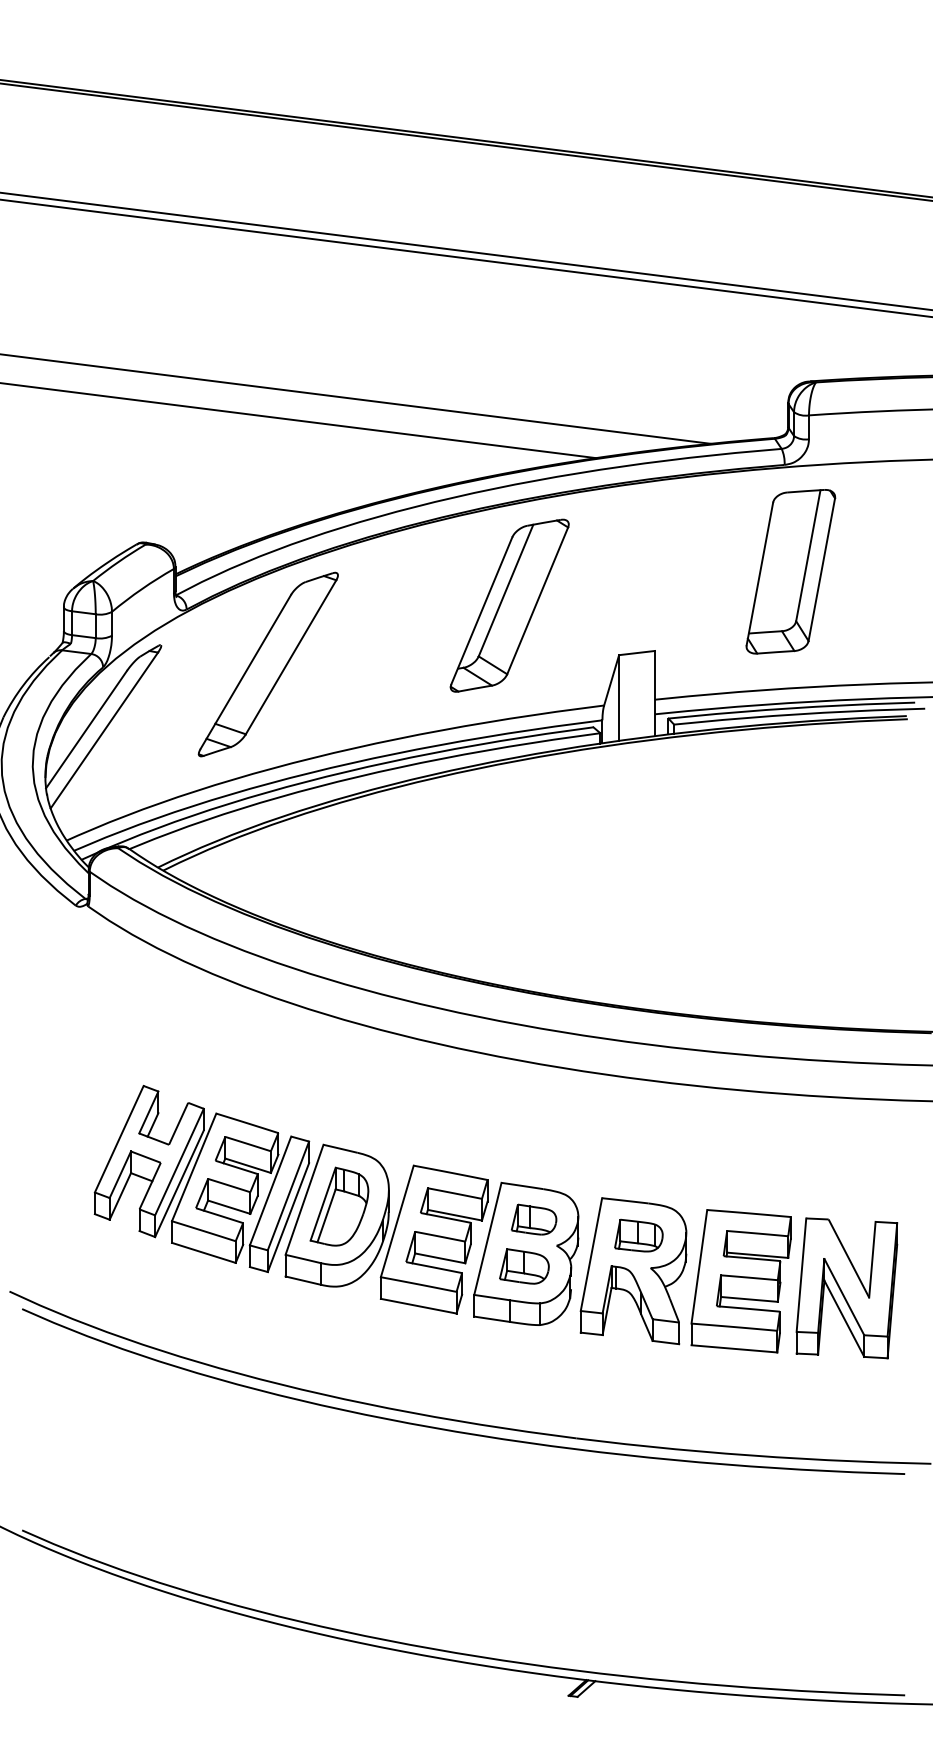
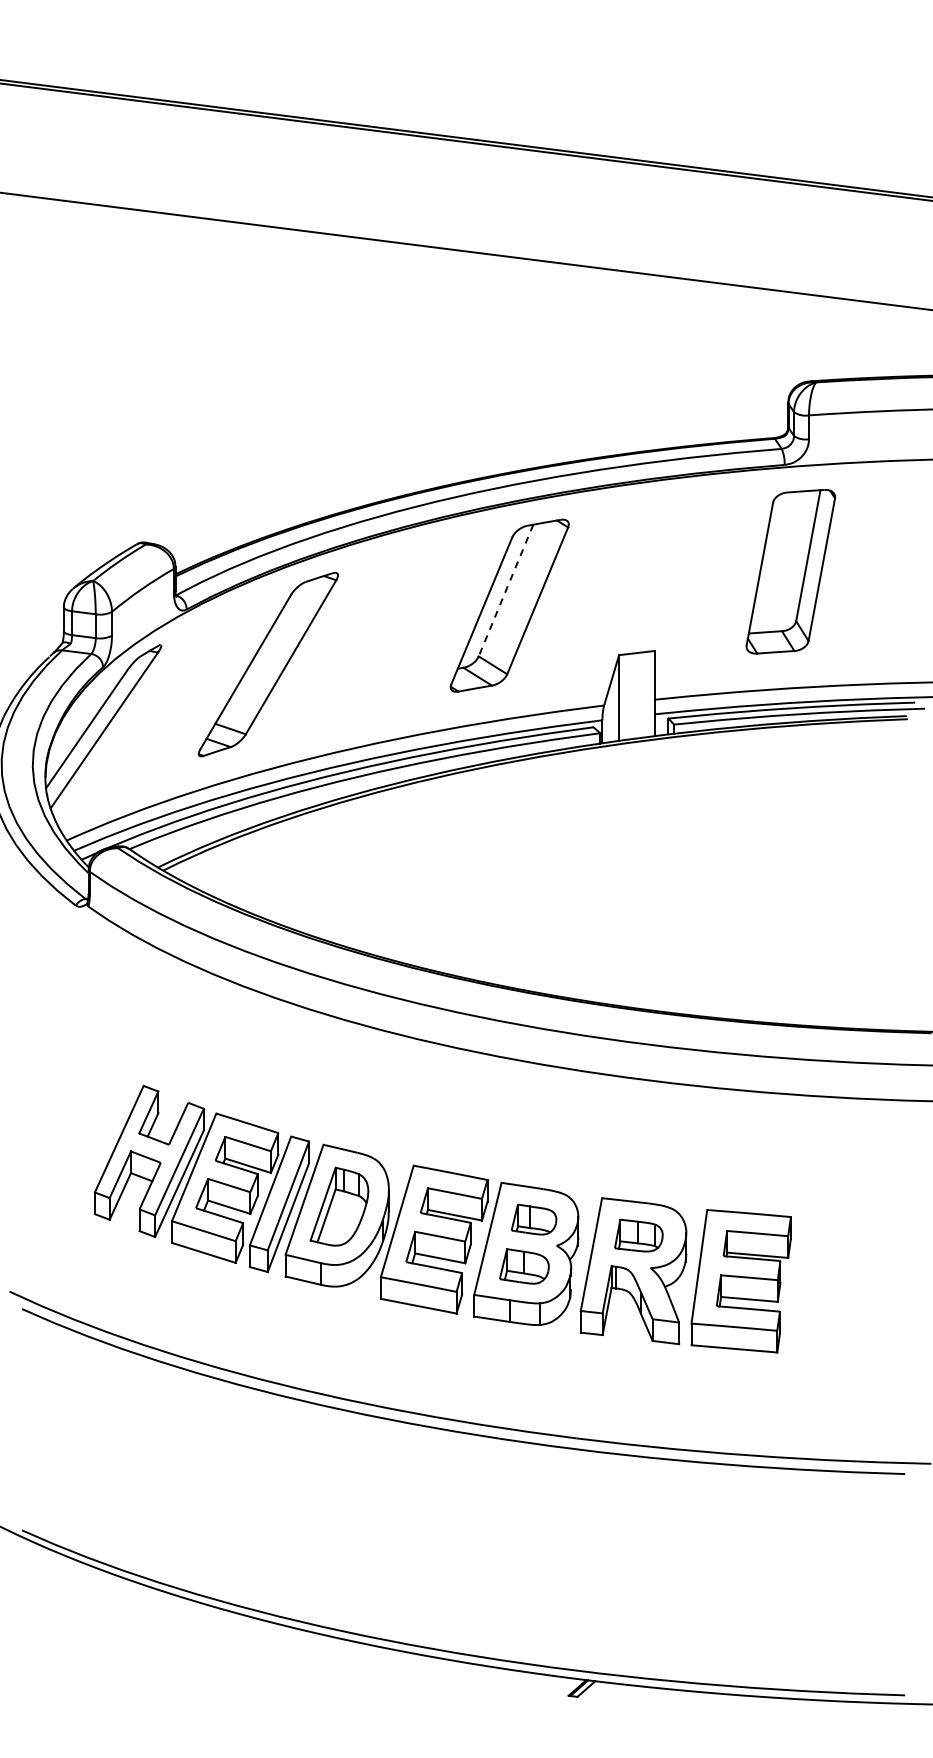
line at (465, 258): present -> none
line at (356, 398): present -> none
line at (299, 420): present -> none
line at (505, 591): solid -> dashed
part at (846, 1288): present -> none
